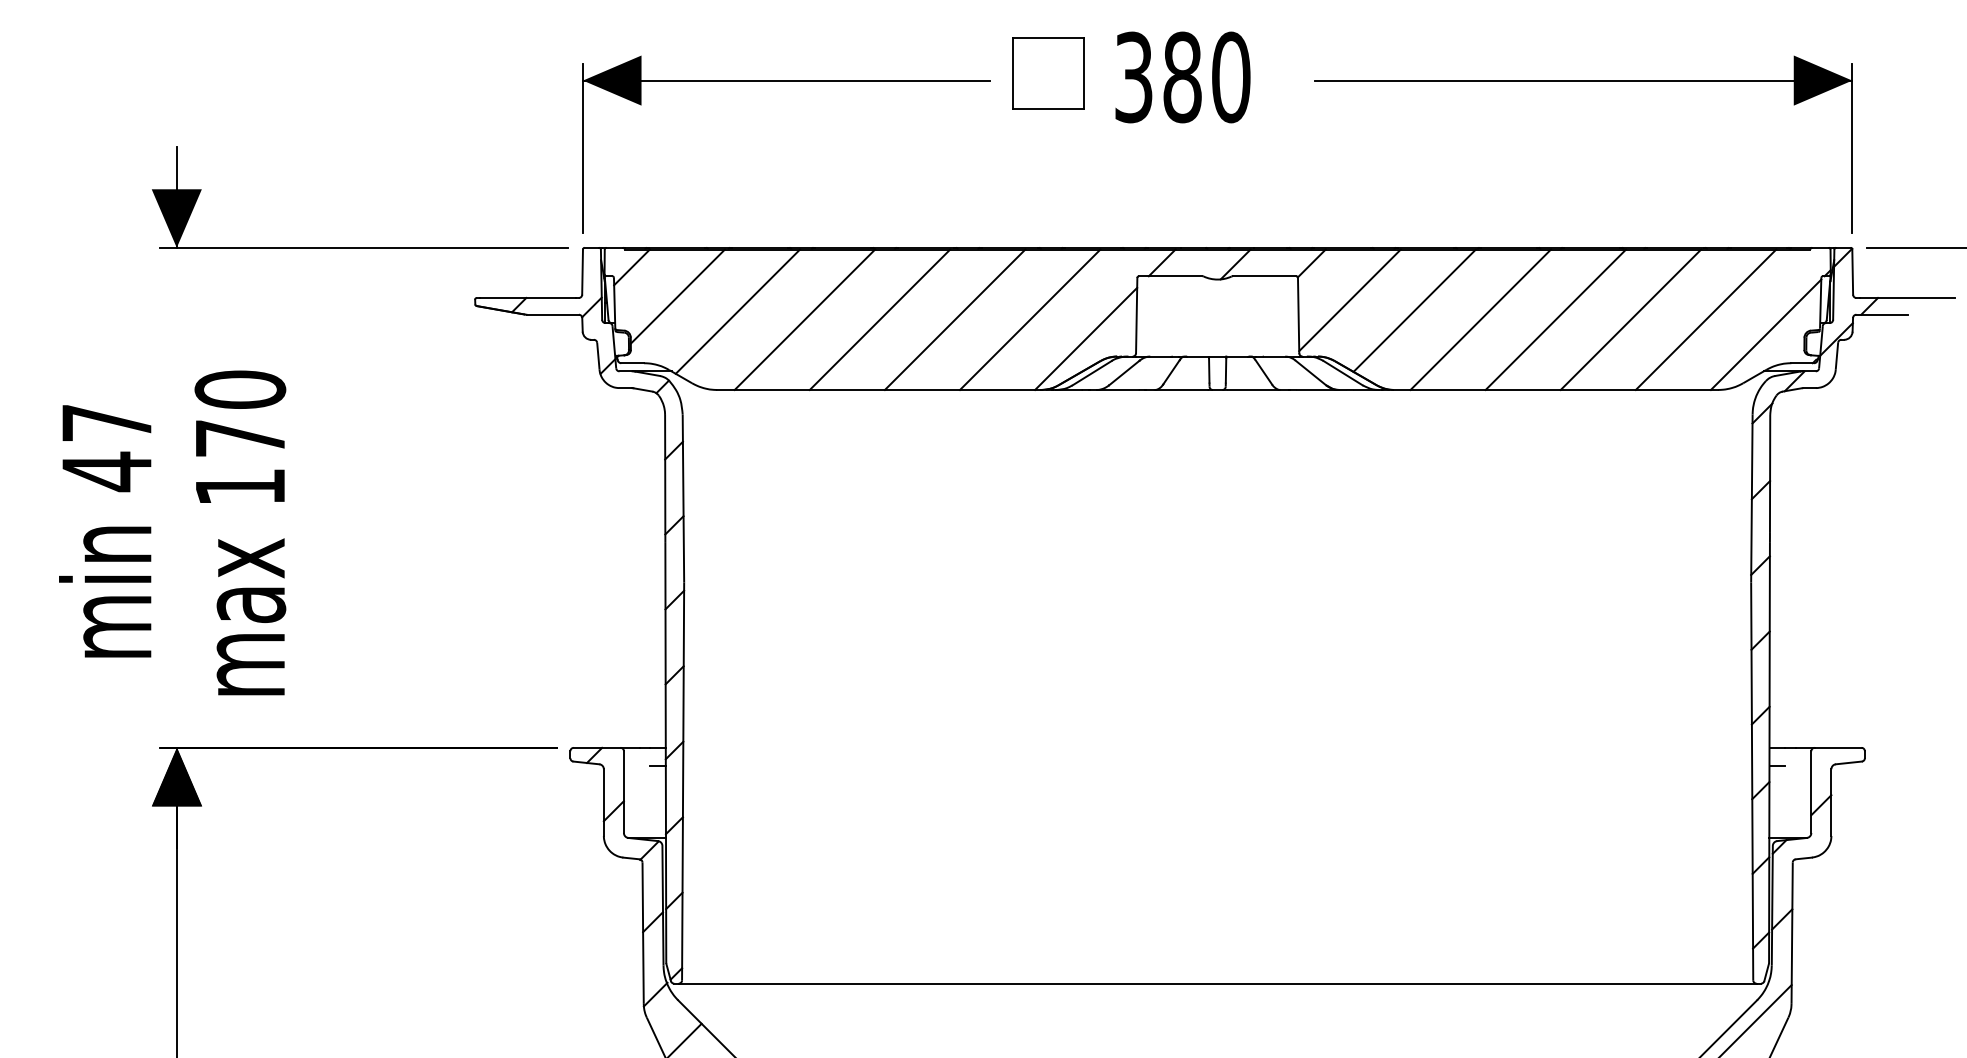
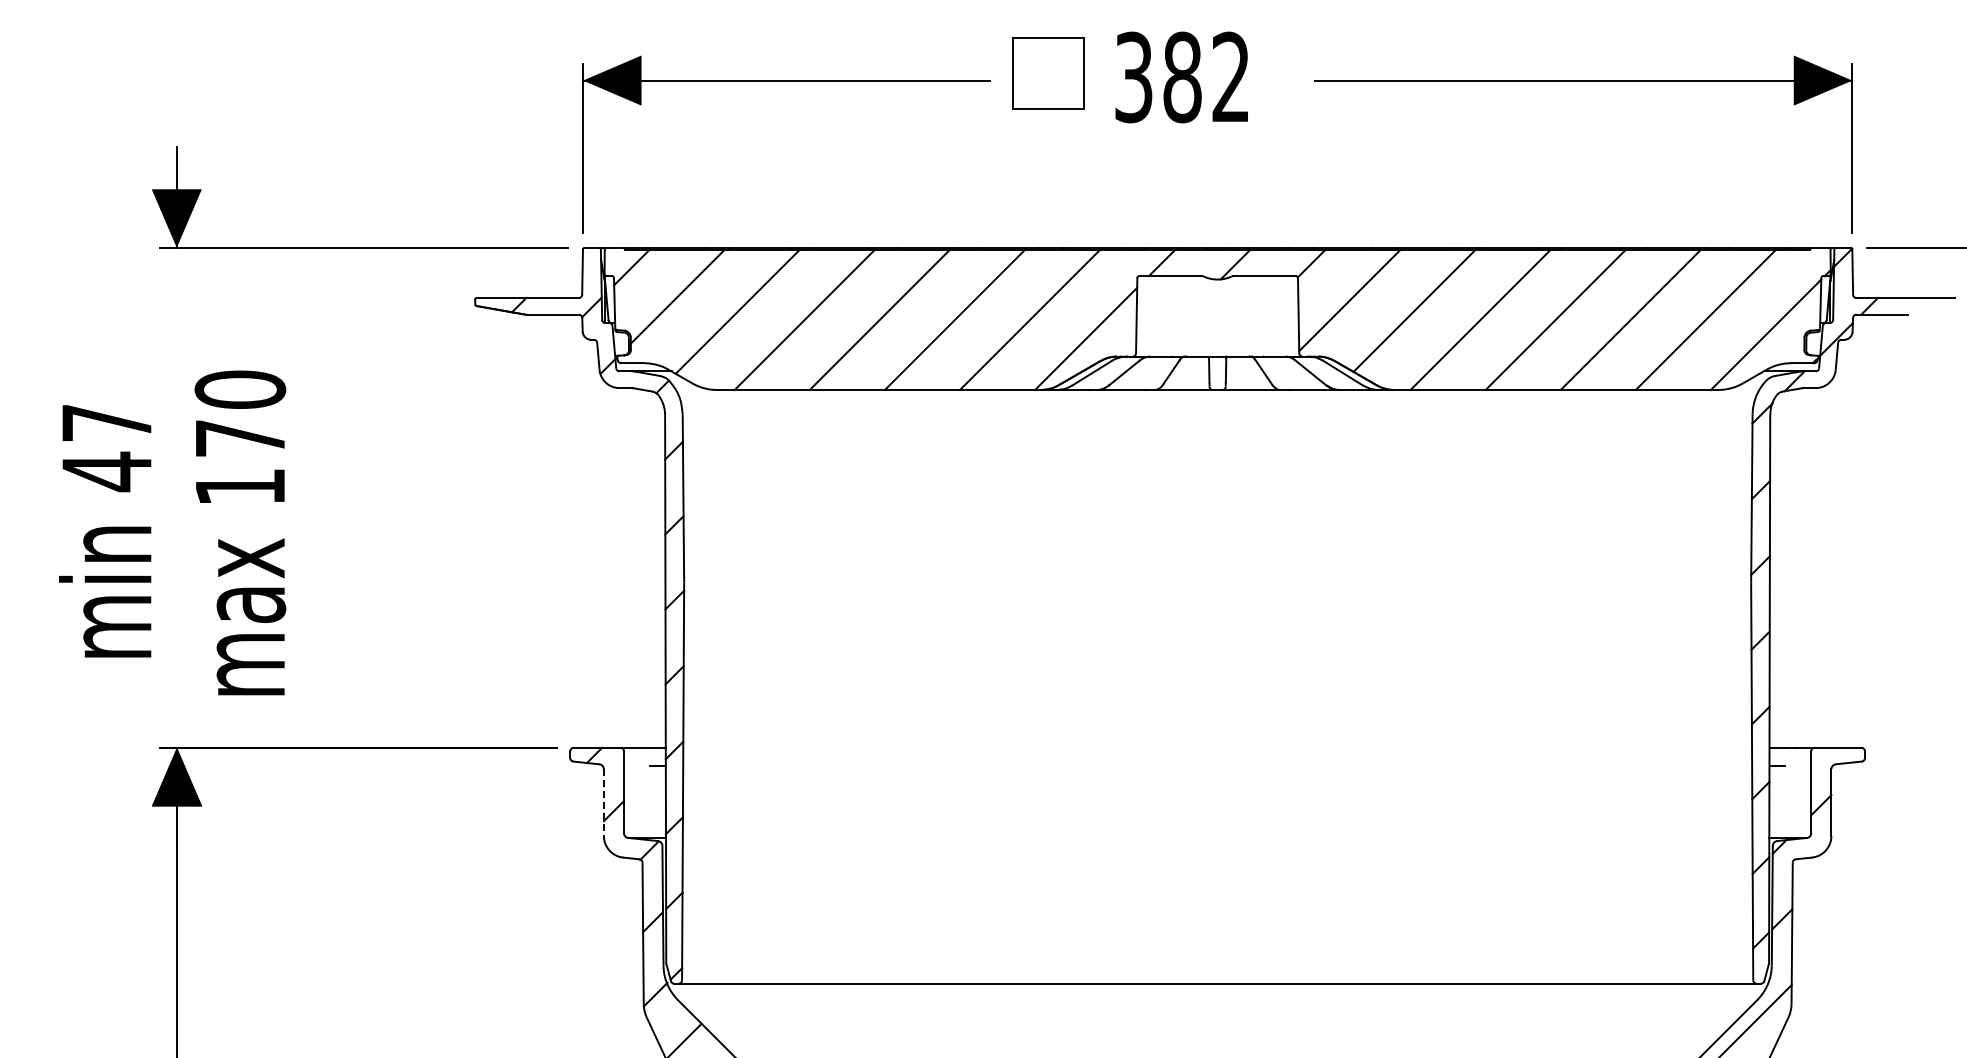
text at (1231, 77): 380 -> 382
line at (603, 803): solid -> dashed
